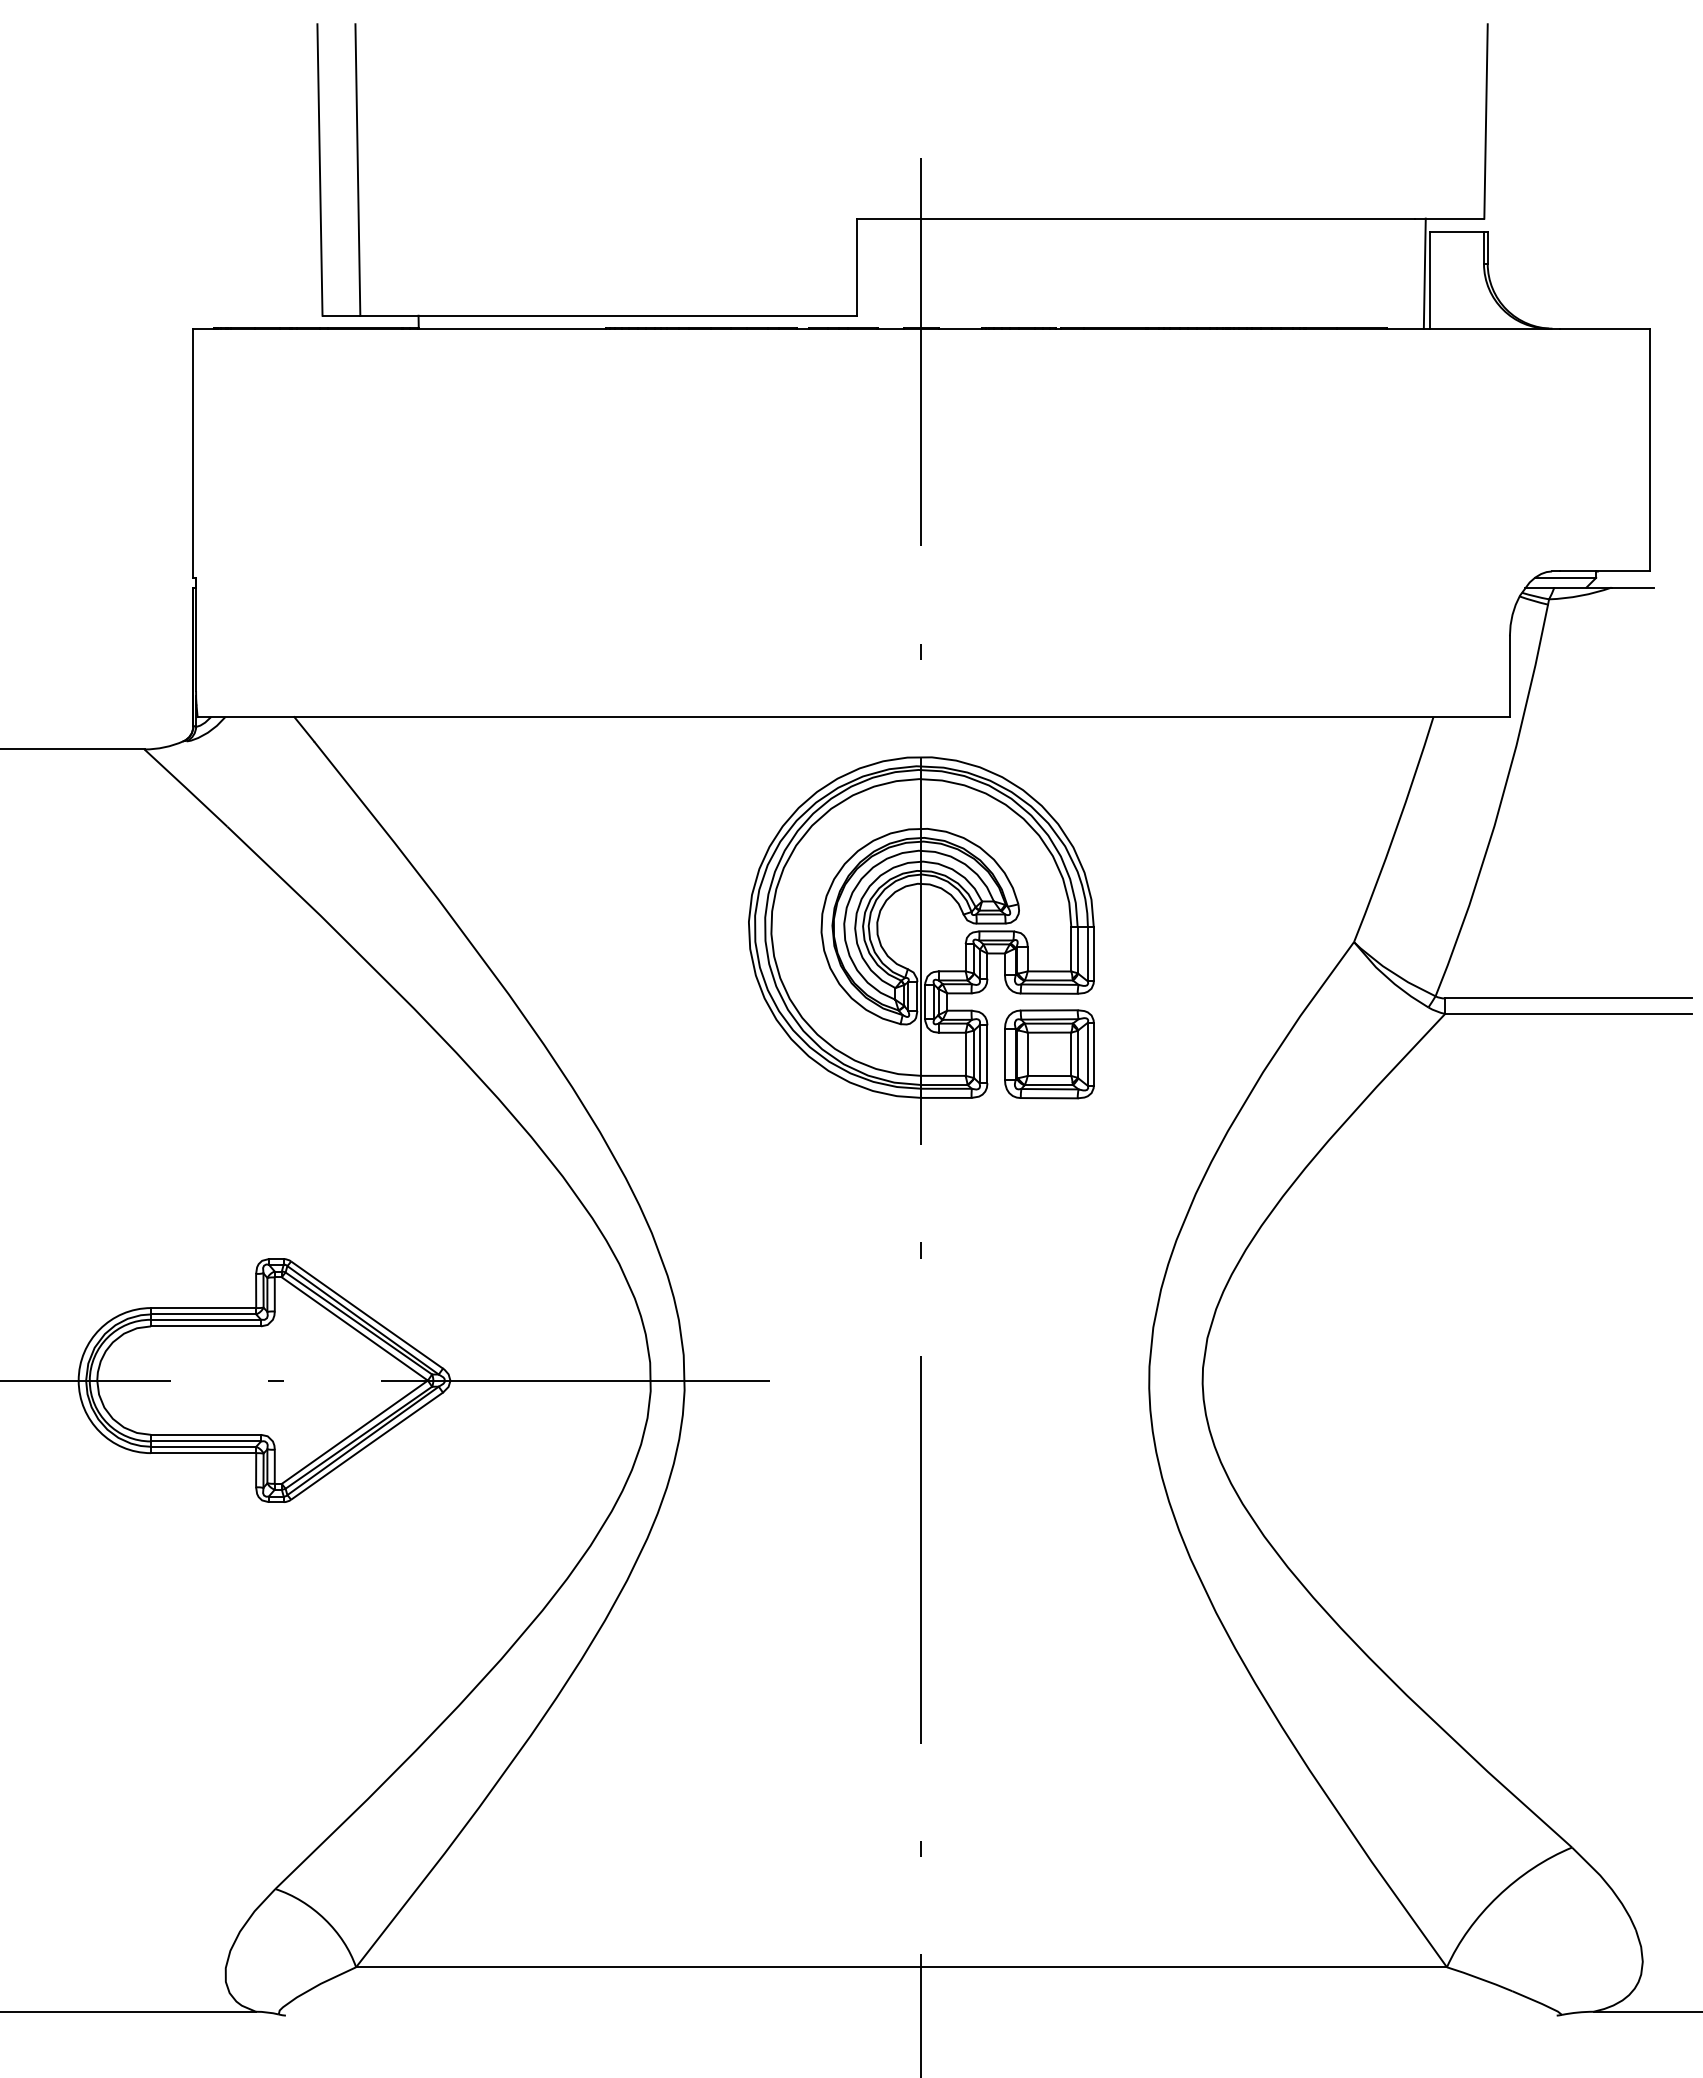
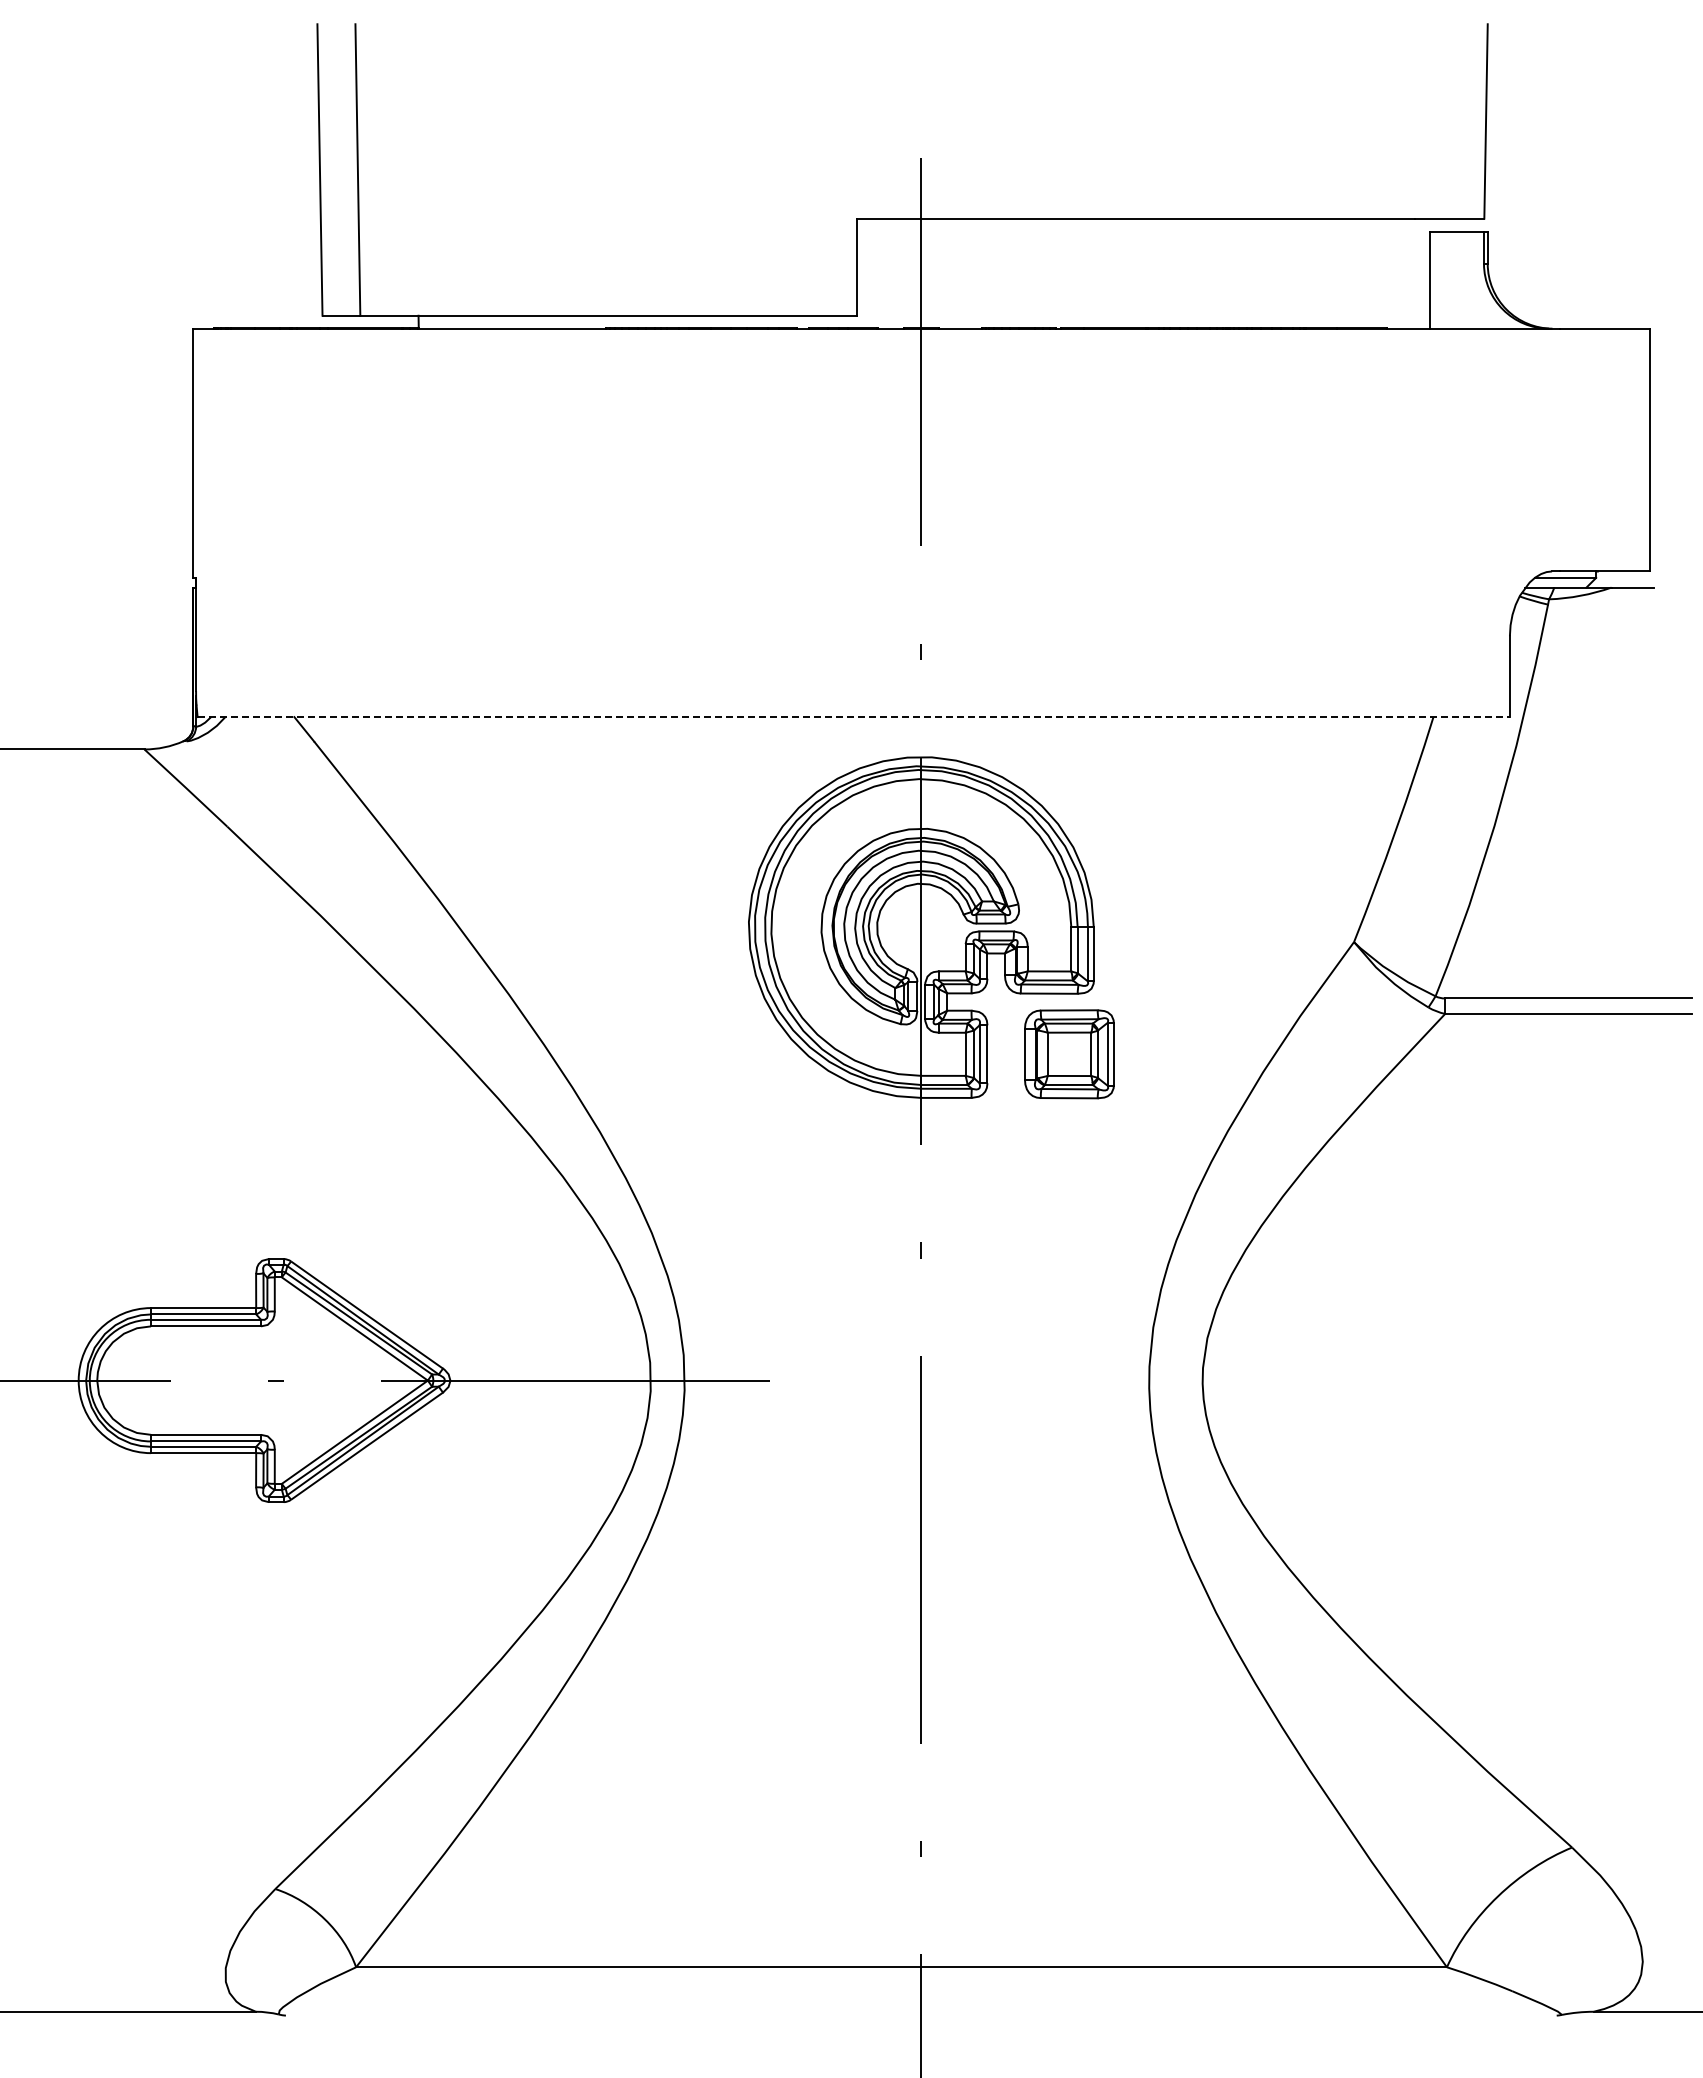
line at (1424, 273): present -> none
line at (854, 717): solid -> dashed
part at (1049, 1054) position: (1049, 1054) -> (1069, 1054)
